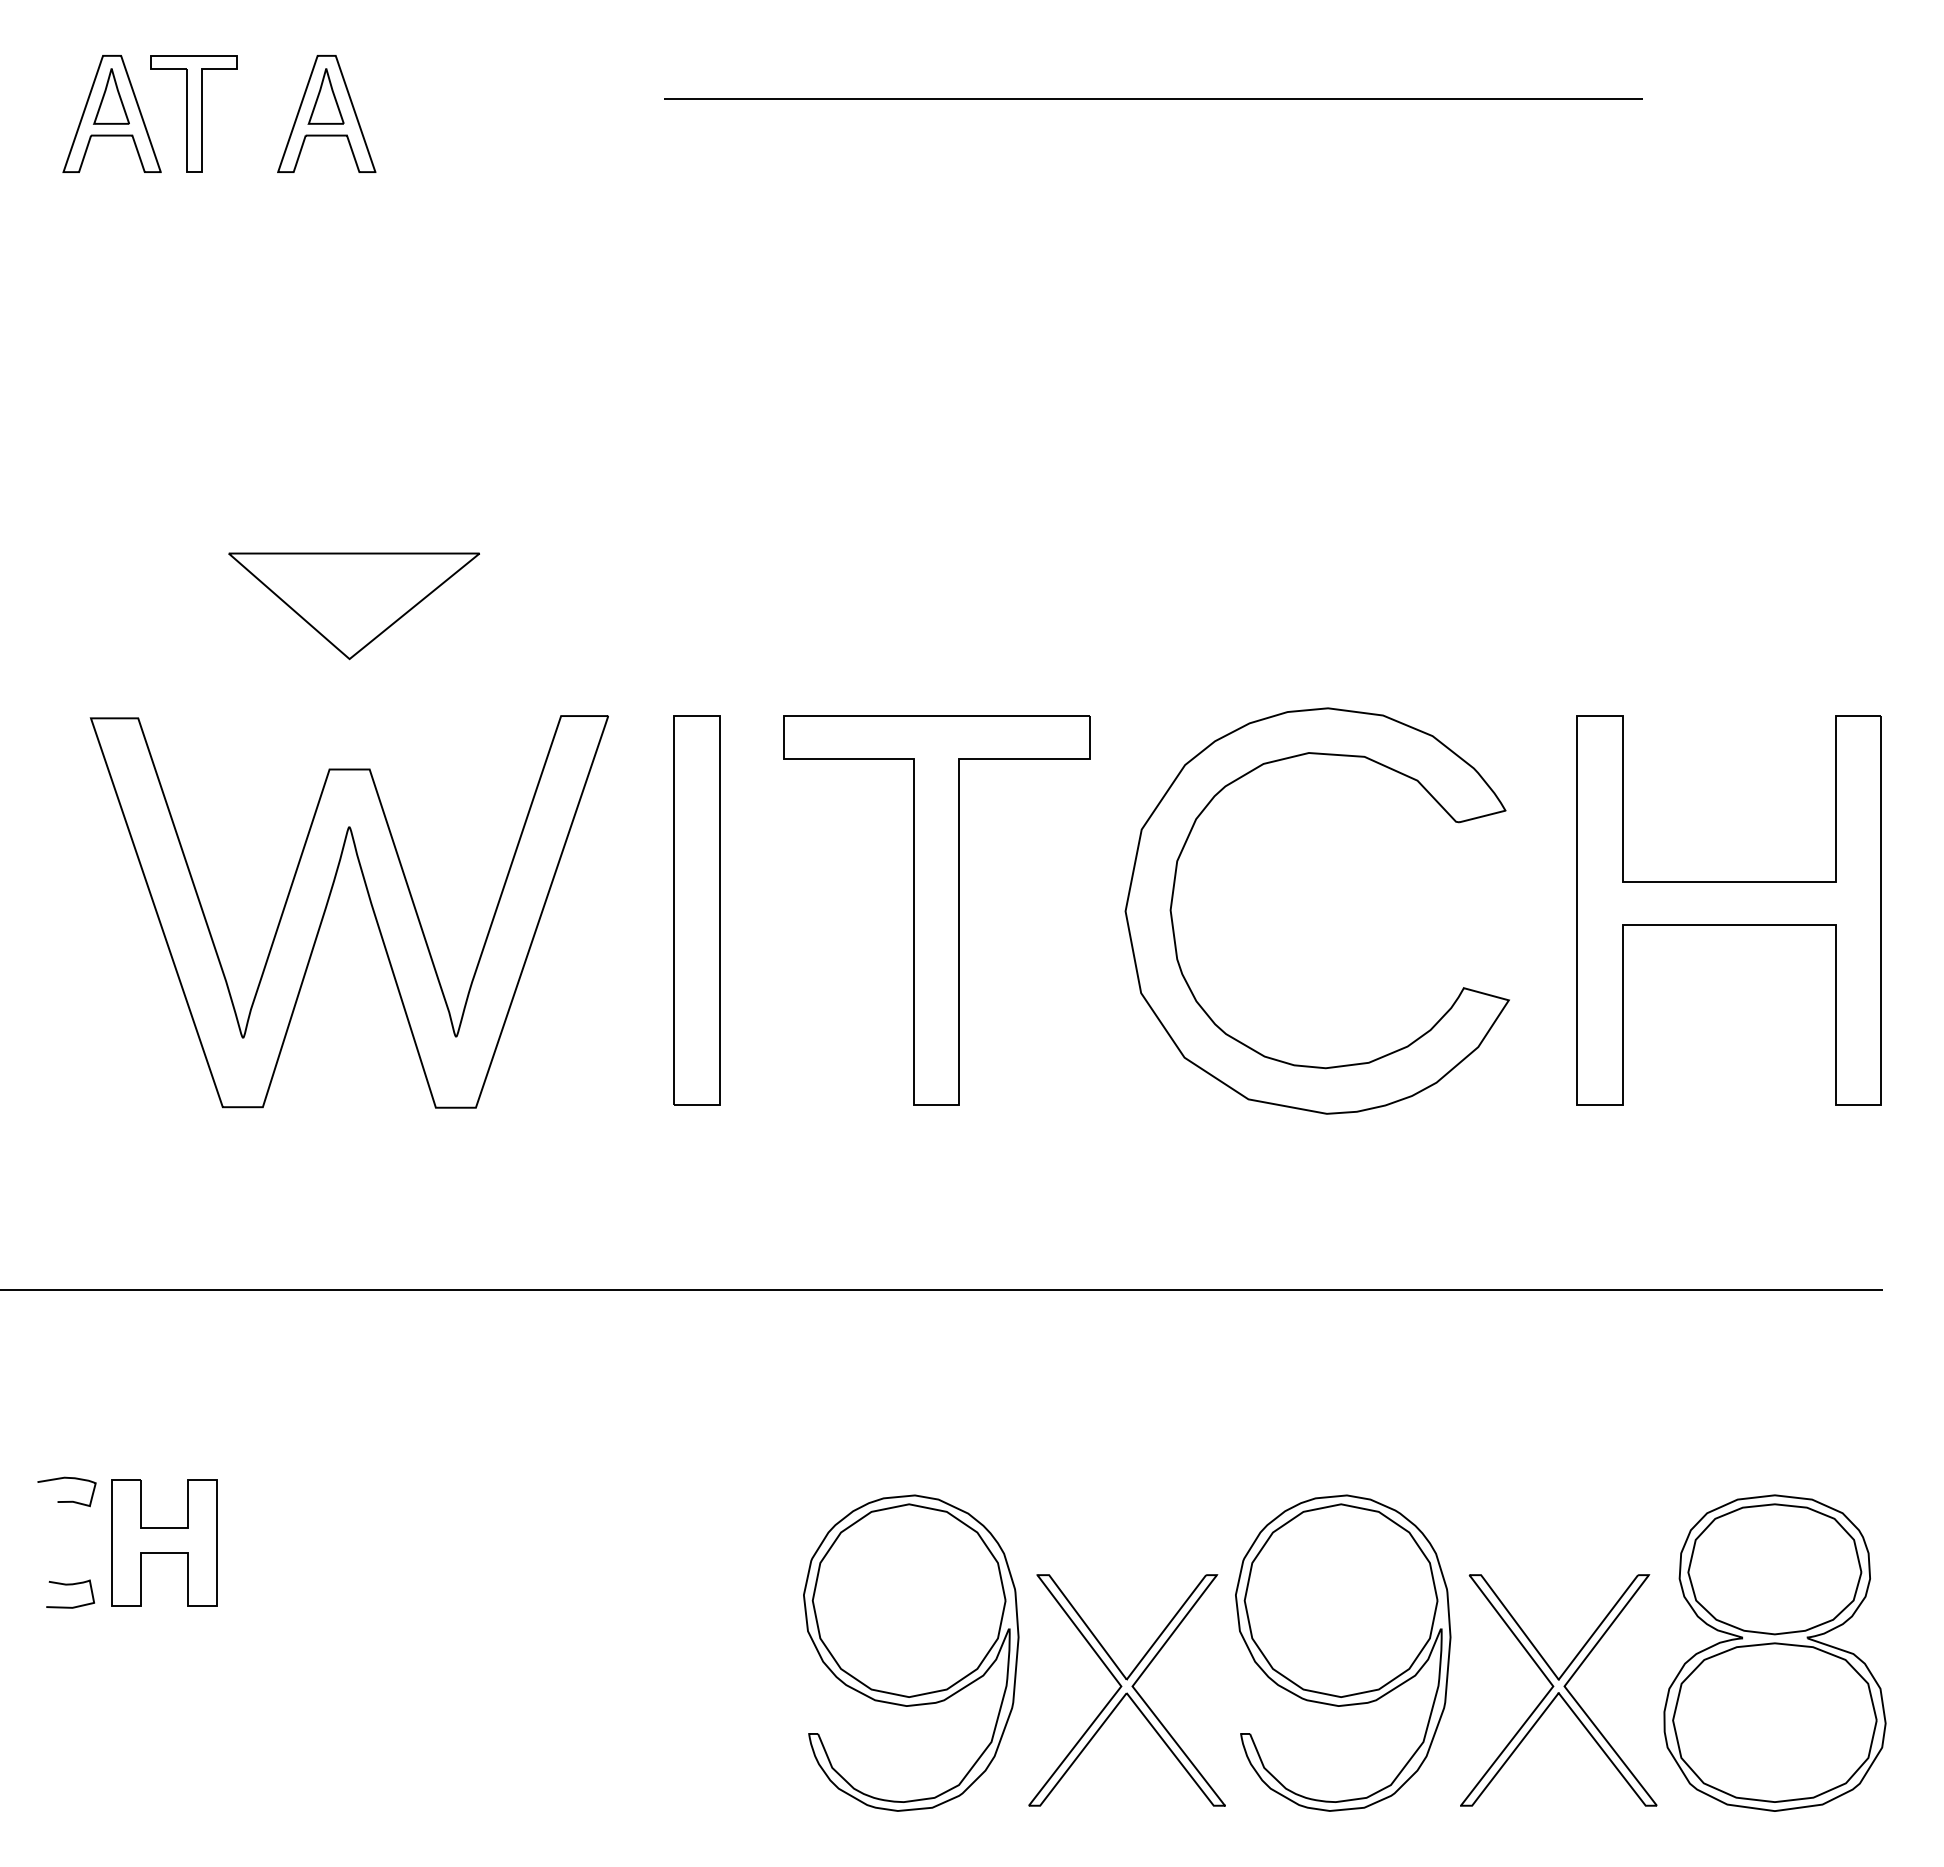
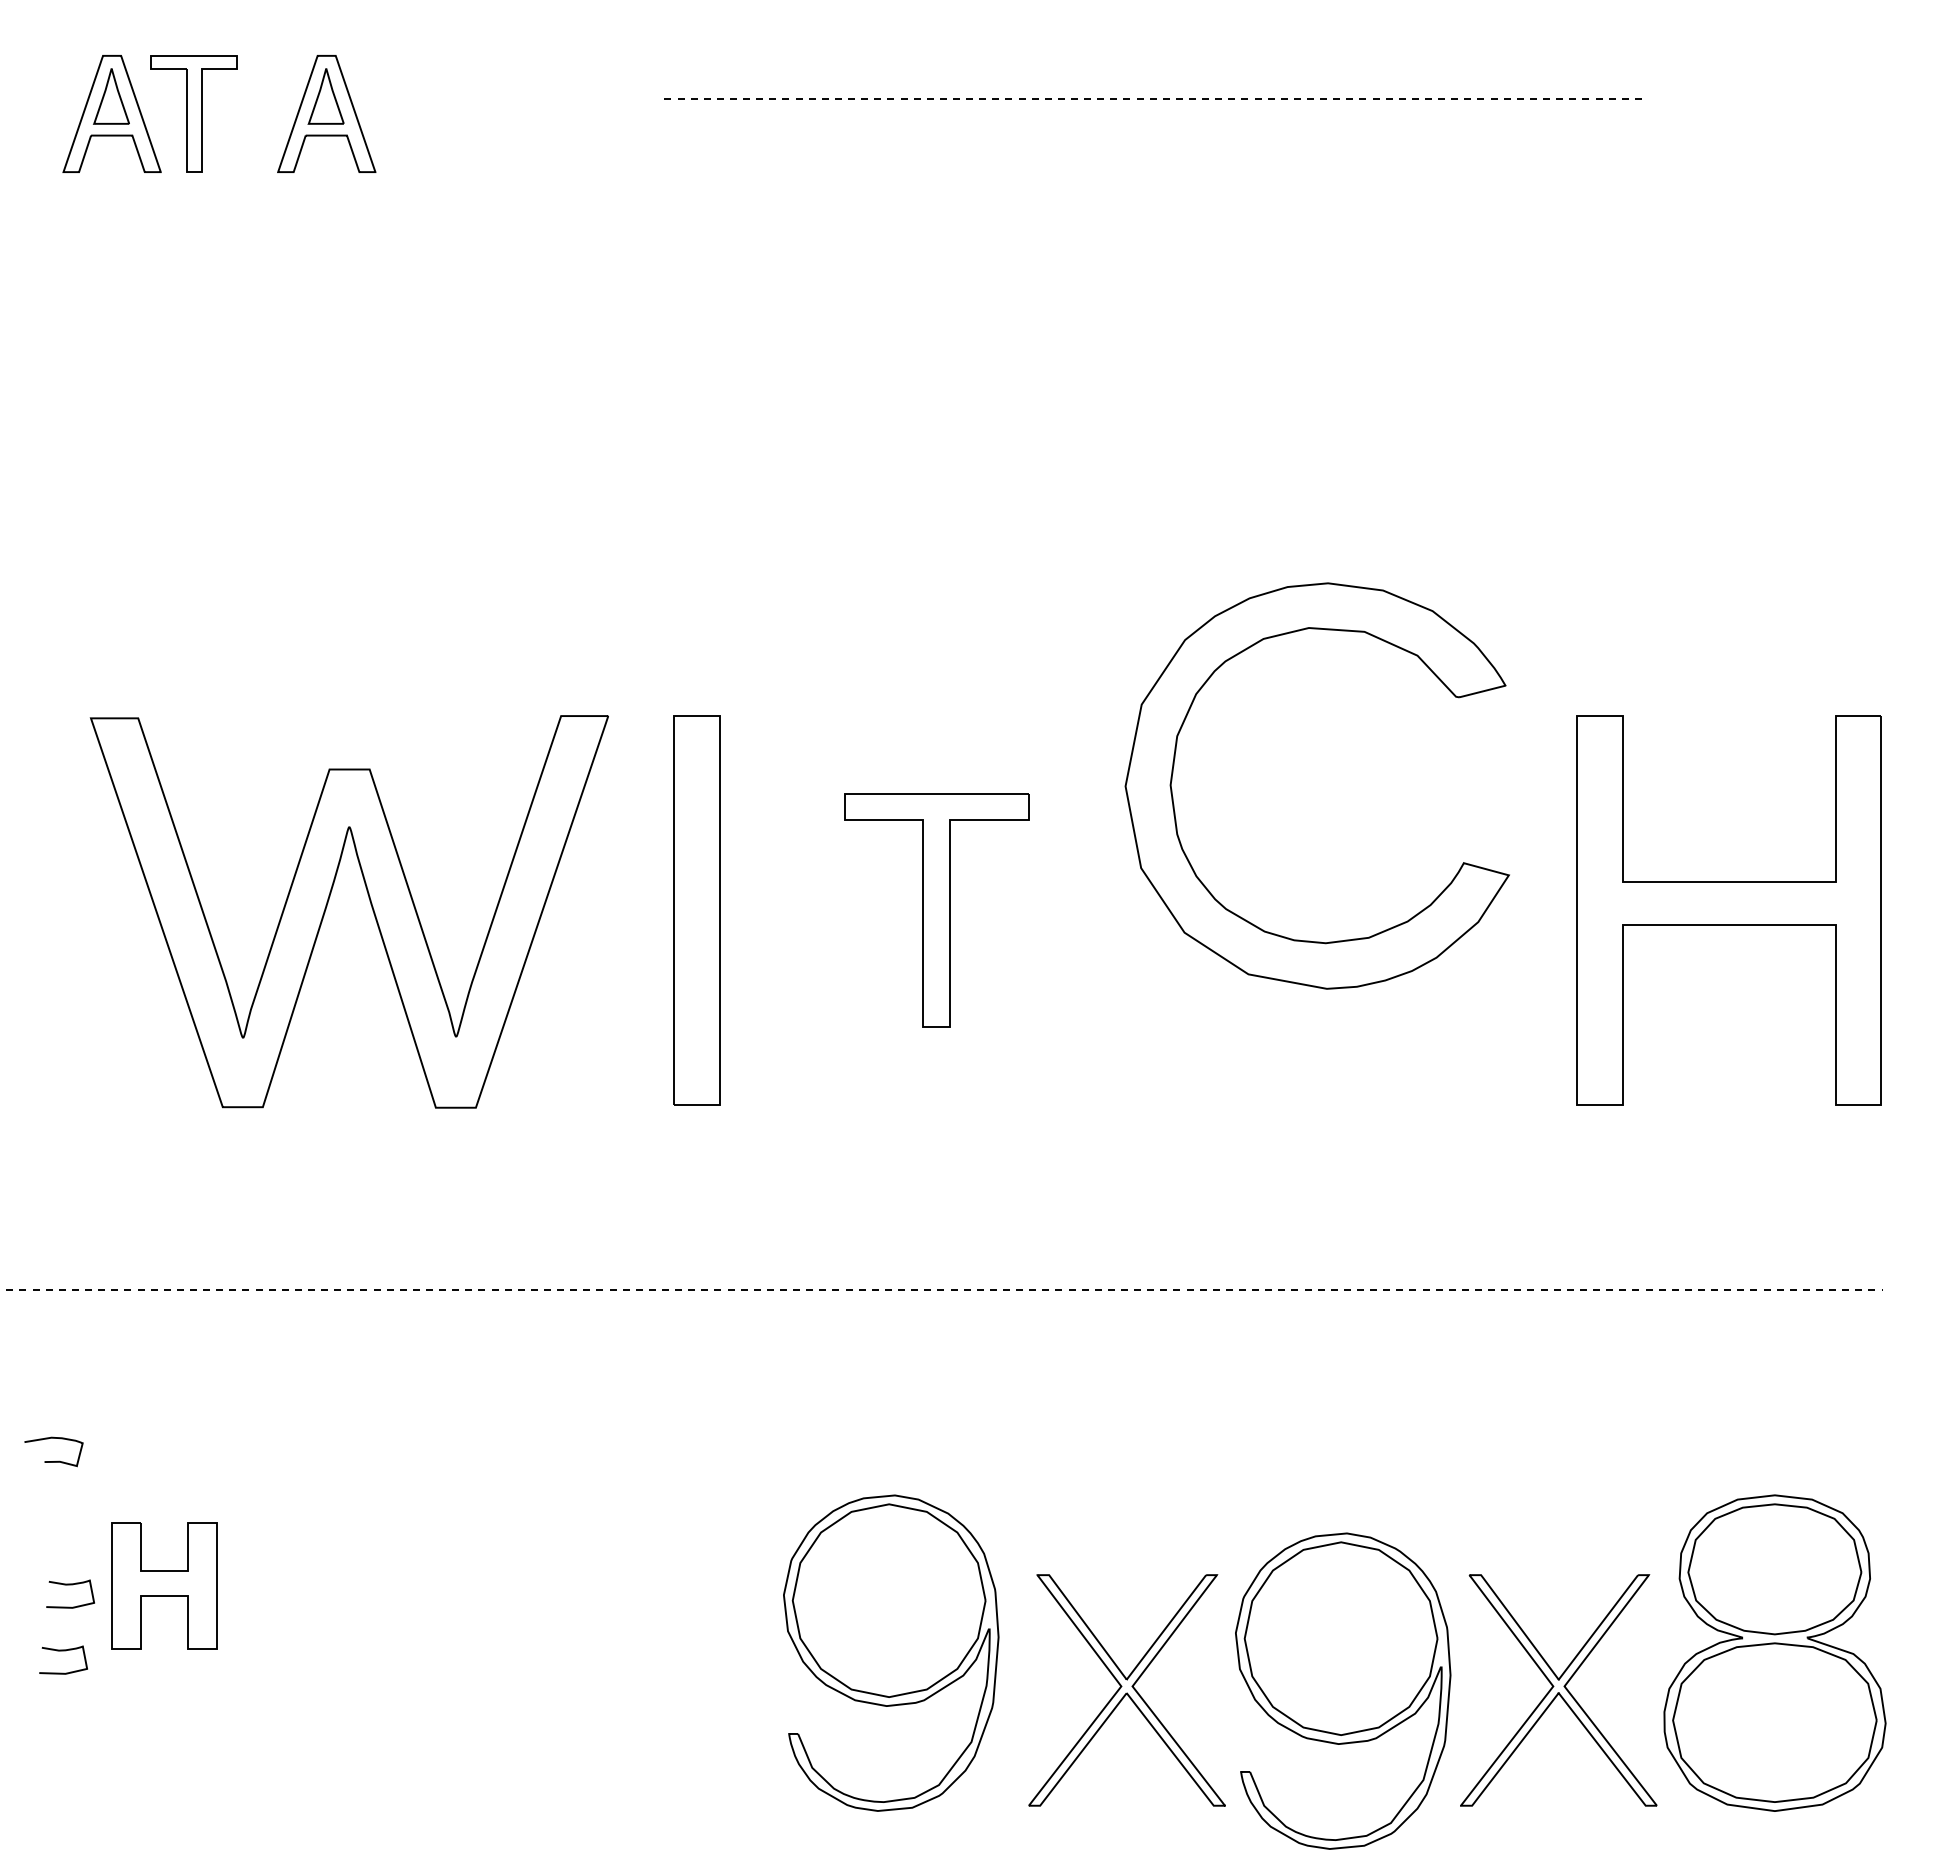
line at (1153, 99): solid -> dashed
part at (353, 606): present -> none
part at (1174, 891) position: (1174, 891) -> (1174, 766)
part at (936, 910) size: 308x391 px -> 186x235 px
line at (942, 1290): solid -> dashed
curve at (70, 1500) position: (70, 1500) -> (57, 1460)
part at (164, 1542) position: (164, 1542) -> (164, 1585)
curve at (63, 1651): none -> present
part at (911, 1652) position: (911, 1652) -> (891, 1652)
part at (1343, 1652) position: (1343, 1652) -> (1343, 1690)
